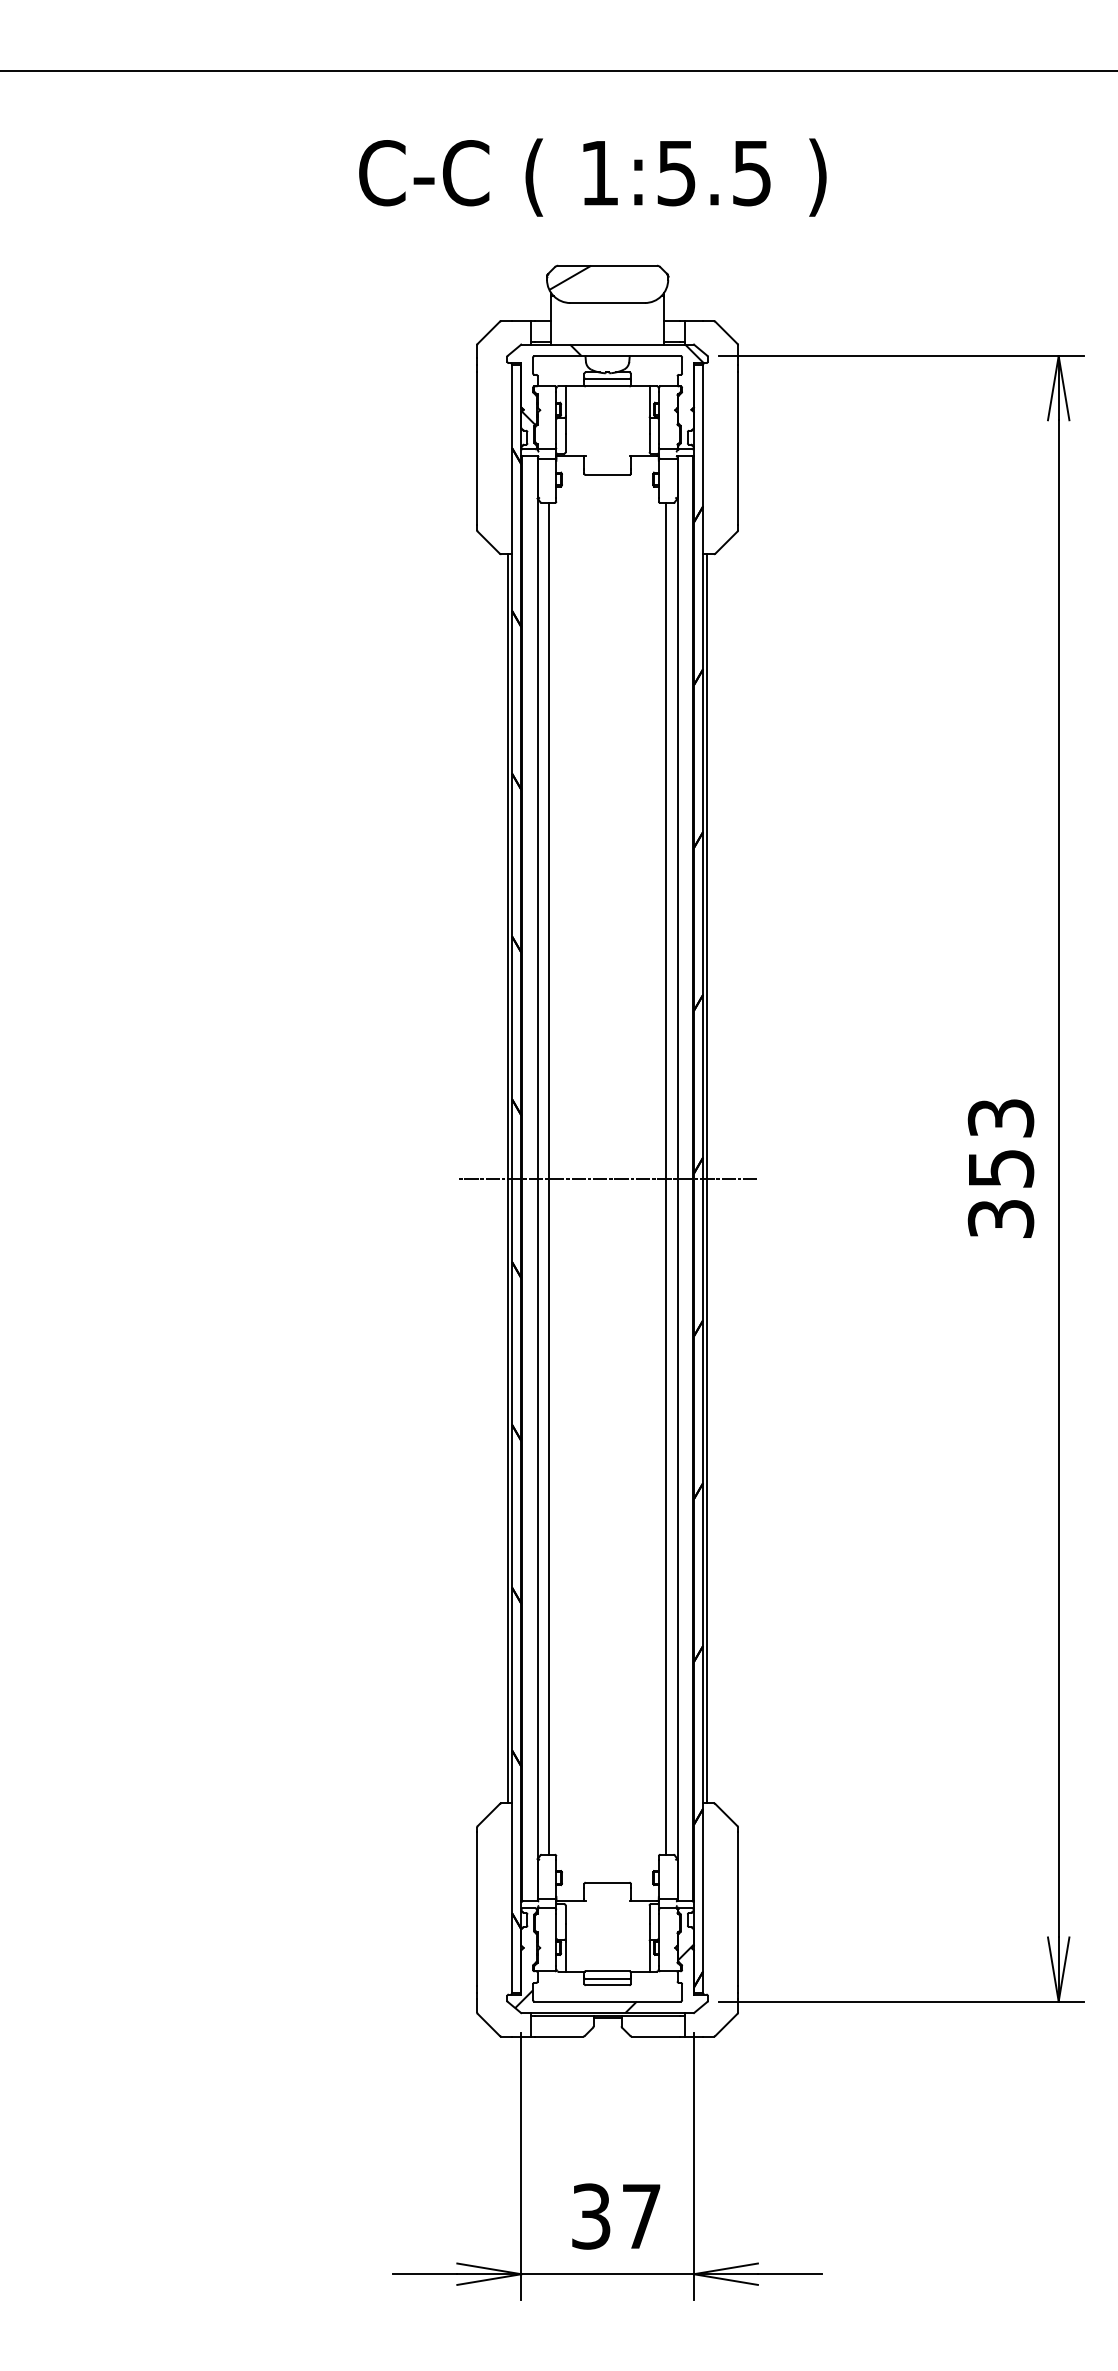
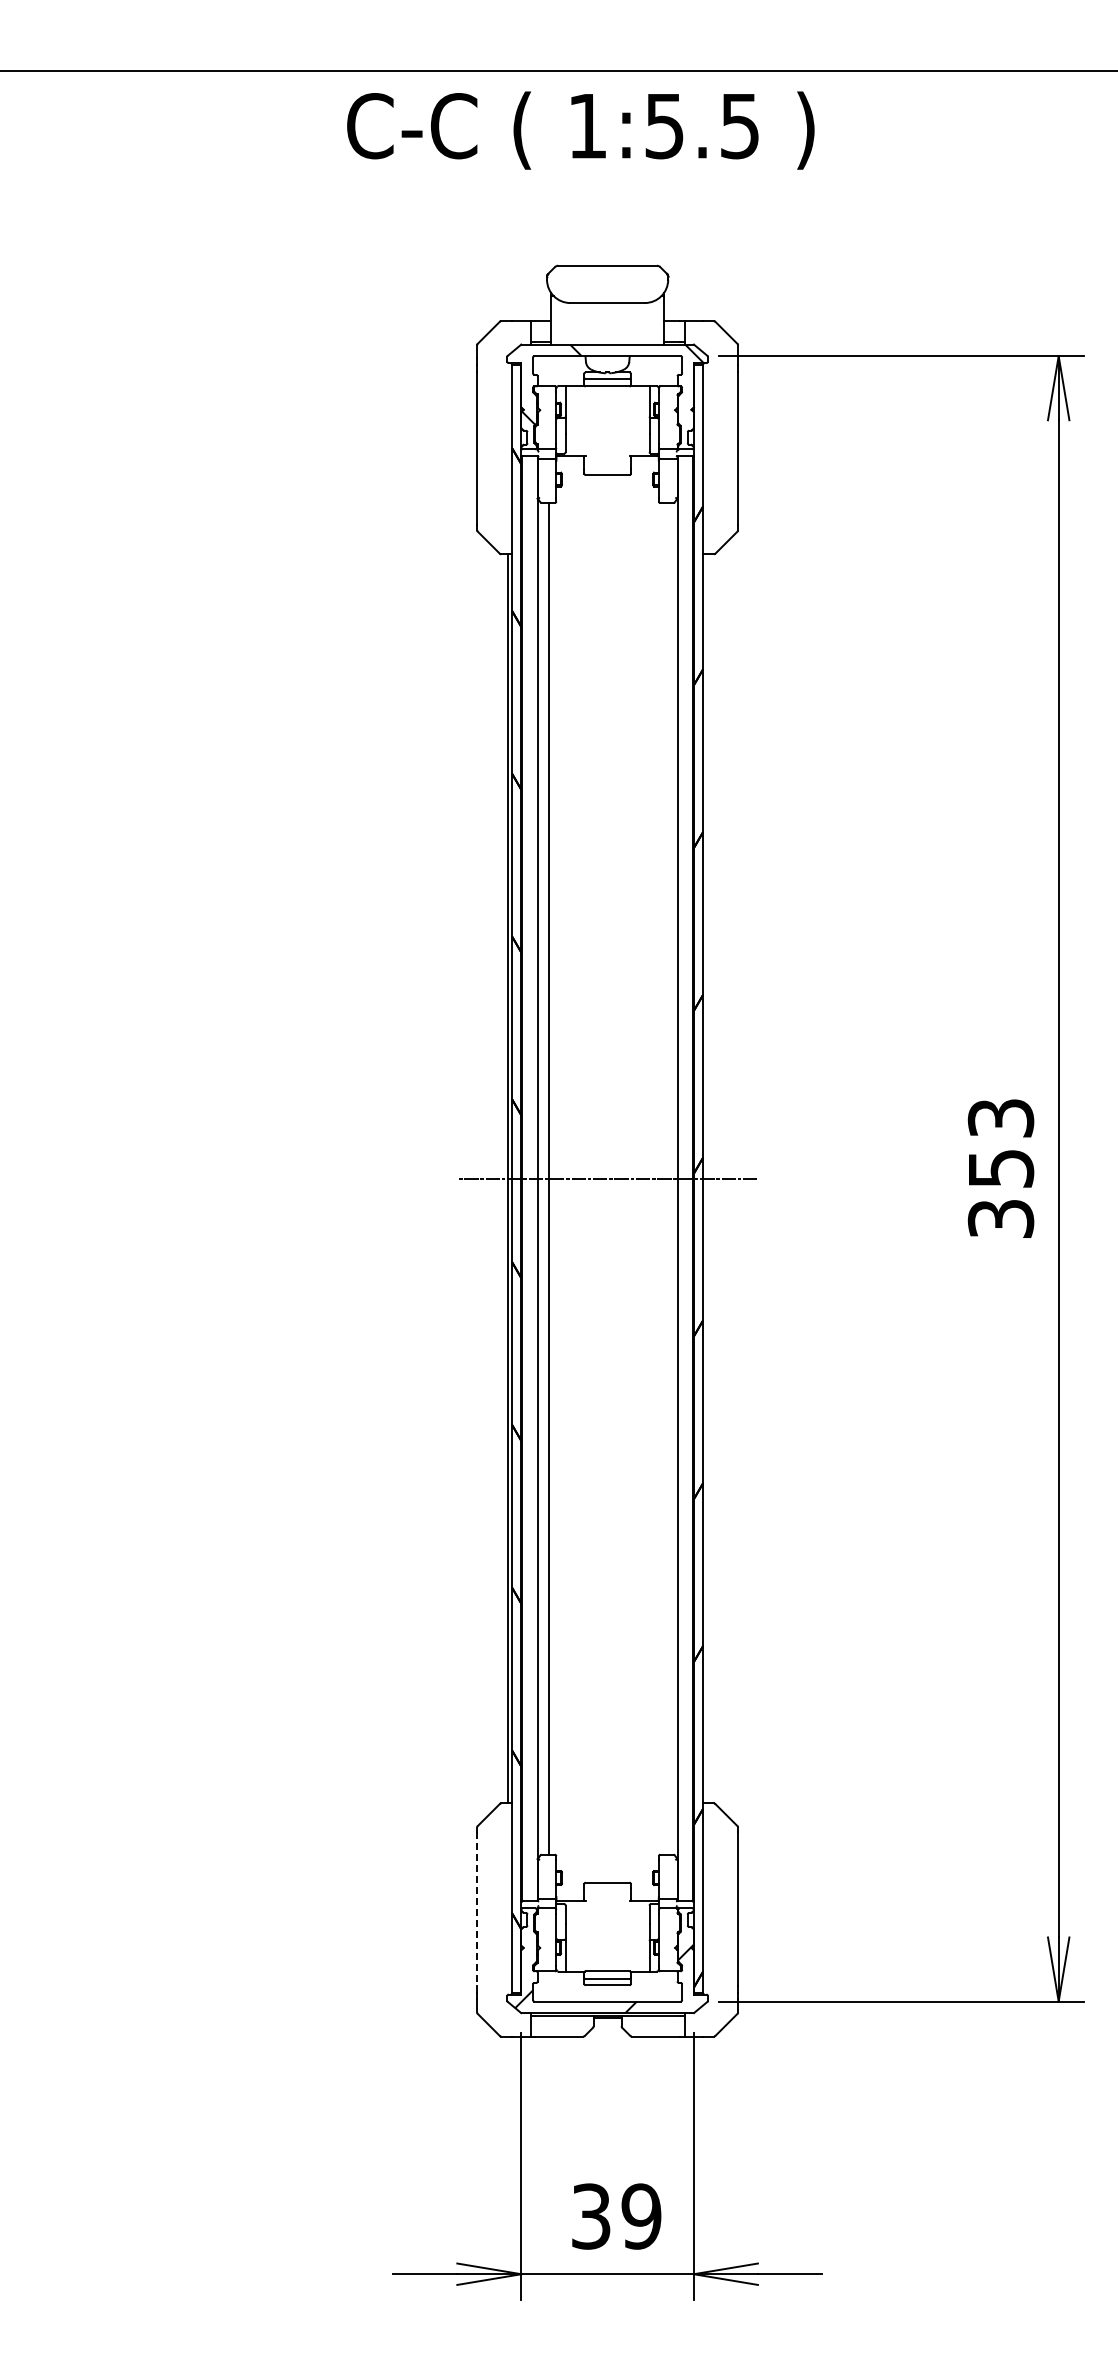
text at (592, 177) position: (592, 177) -> (580, 130)
hatch at (570, 277): present -> none
line at (665, 1178): present -> none
line at (706, 1178): present -> none
line at (477, 1909): solid -> dashed
text at (641, 2216): 37 -> 39
